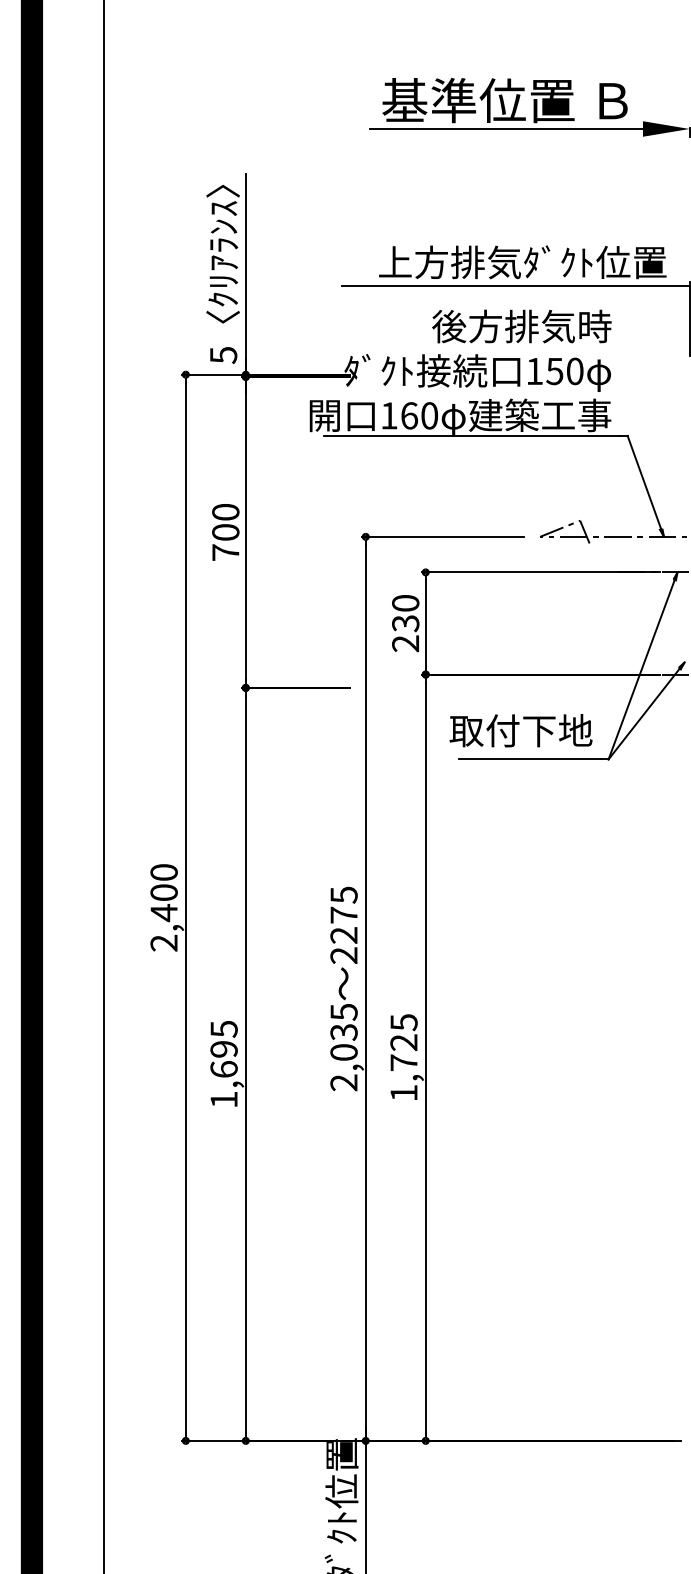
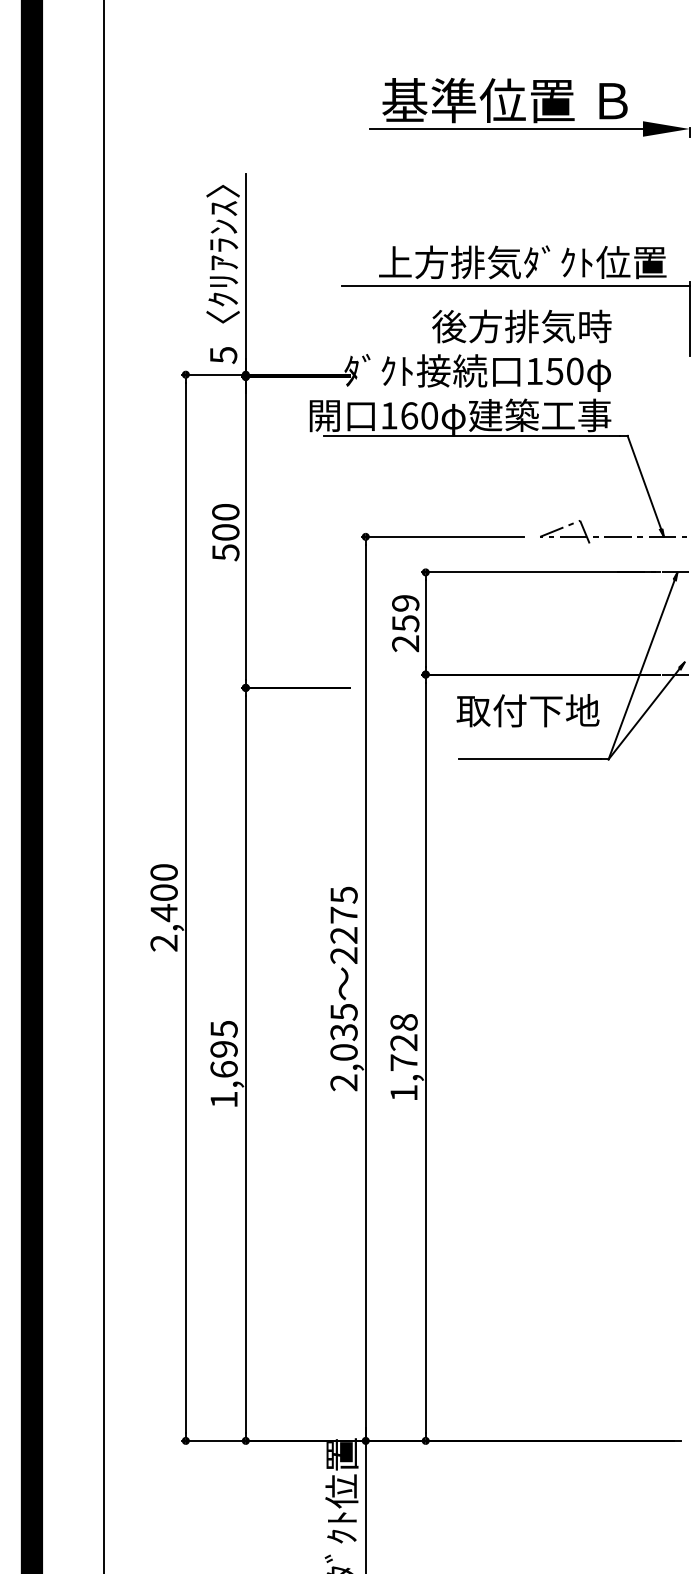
text at (225, 552): 700 -> 500
text at (405, 613): 230 -> 259
text at (520, 730) position: (520, 730) -> (527, 710)
text at (403, 1022): 1,725 -> 1,728
